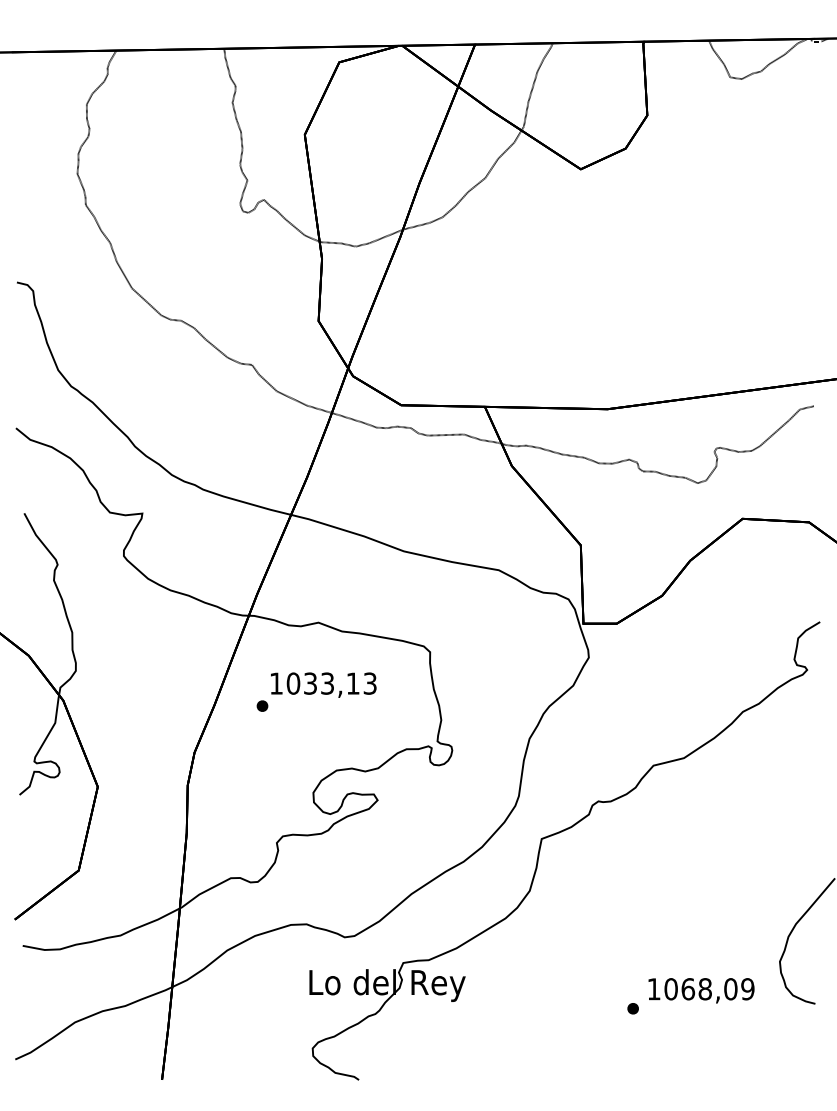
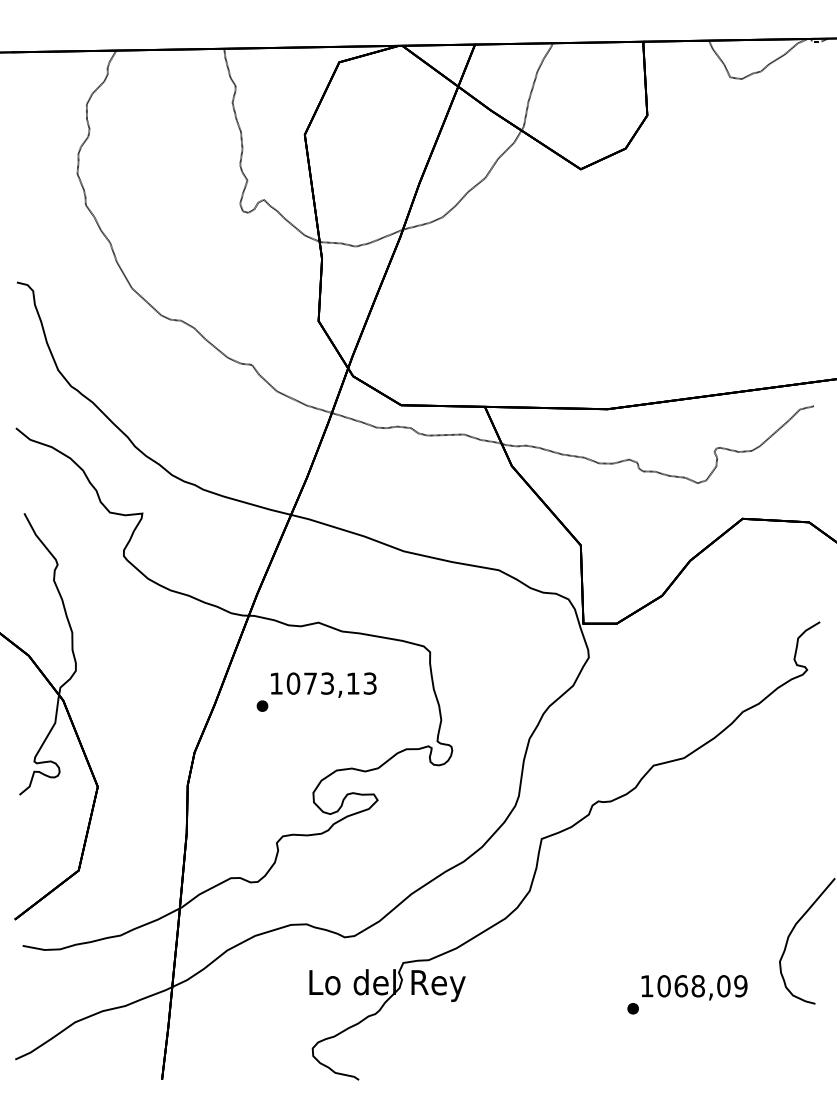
text at (310, 683): 1033,13 -> 1073,13
text at (701, 990) position: (701, 990) -> (694, 987)
